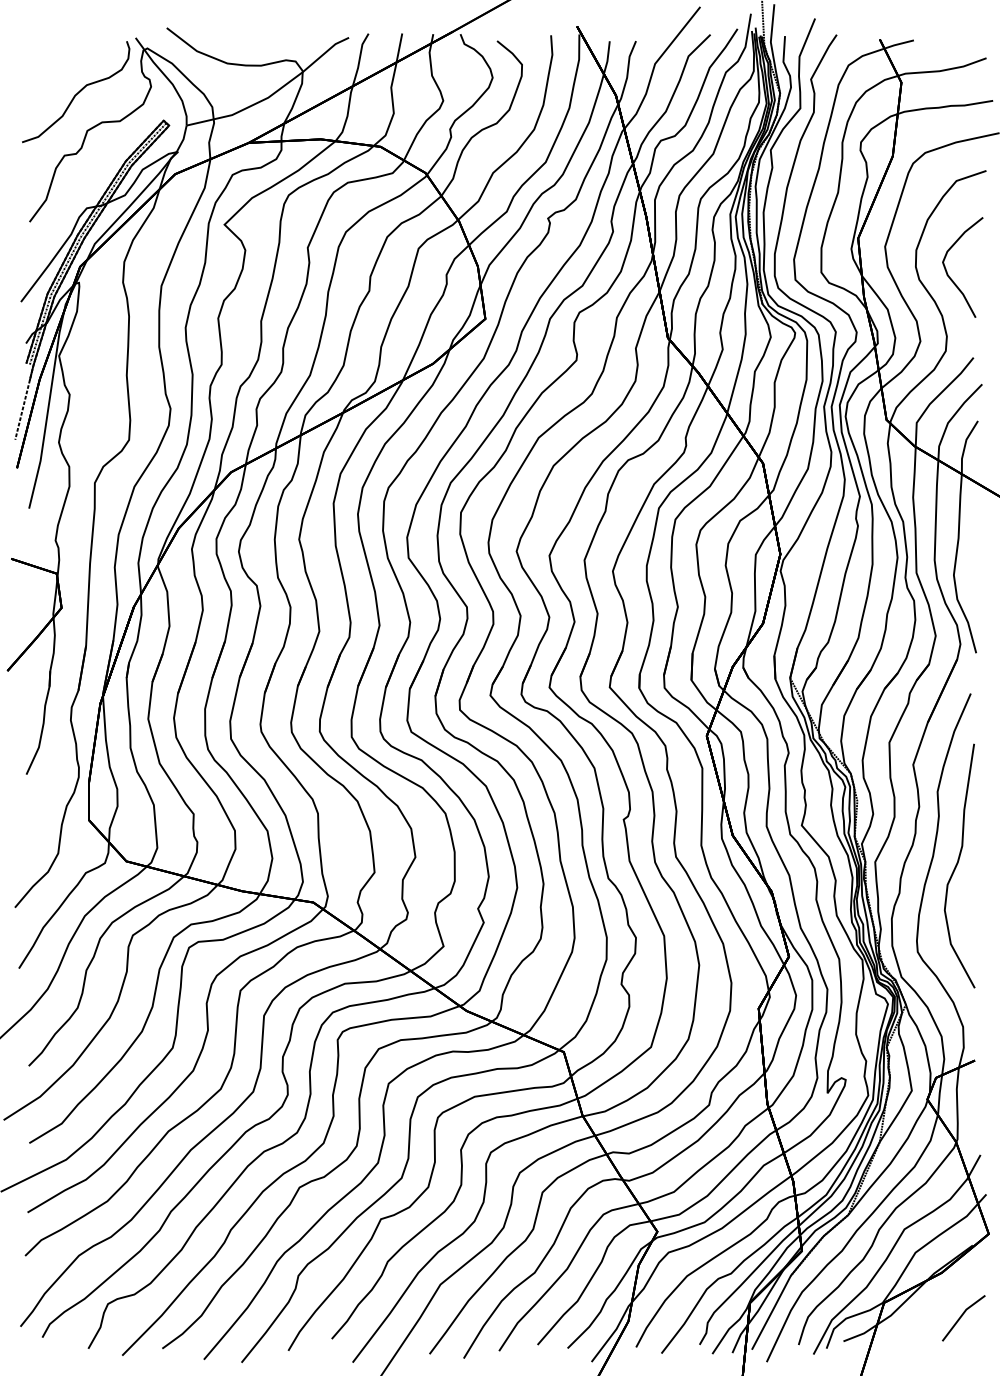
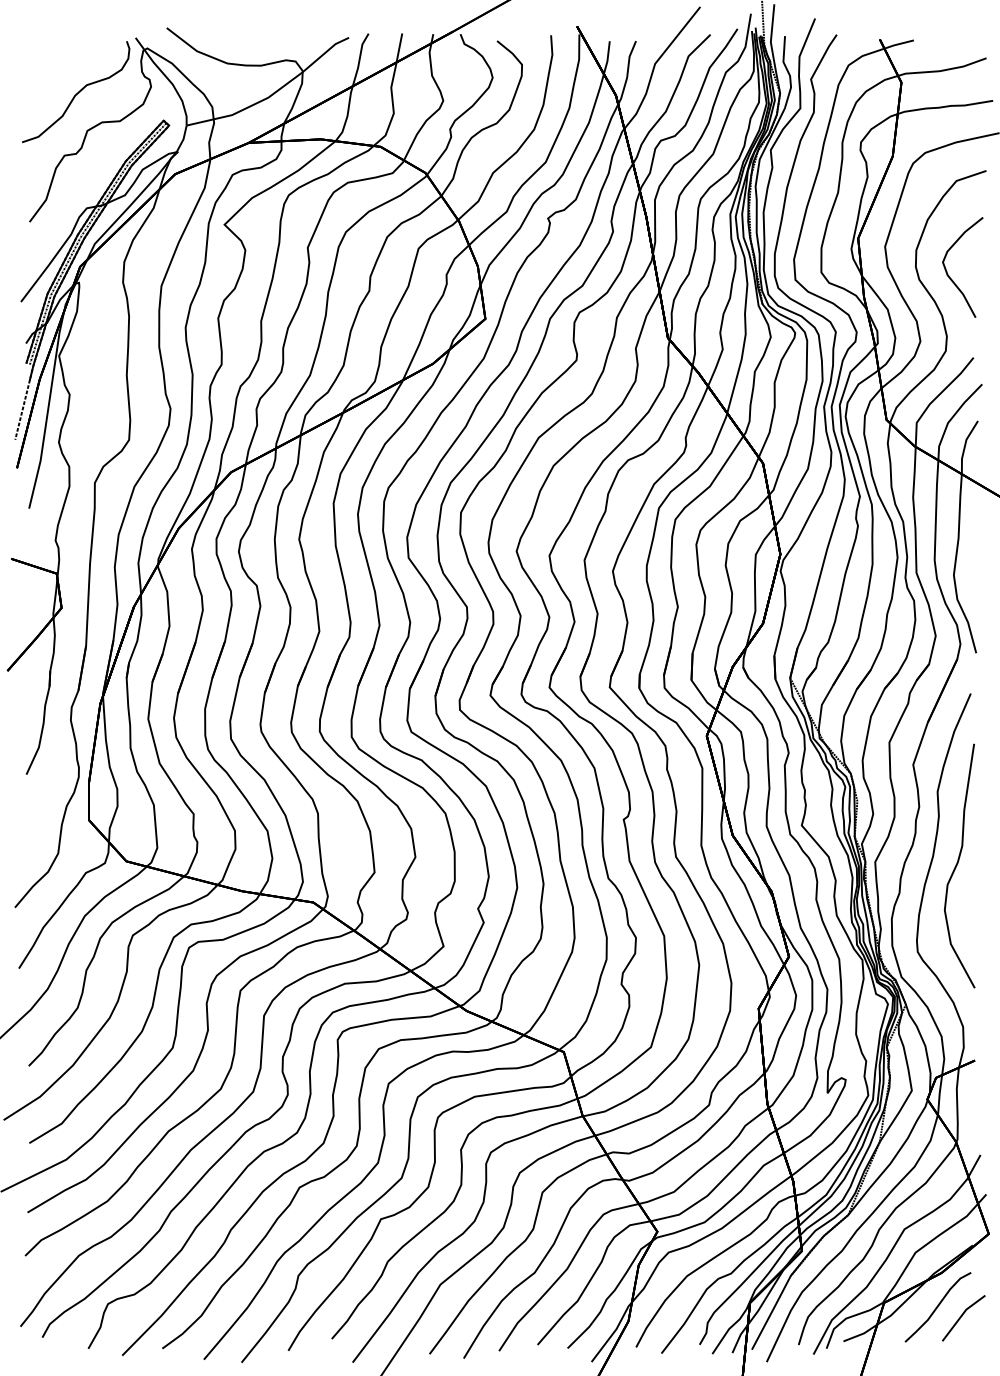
curve at (937, 1307): none -> present
